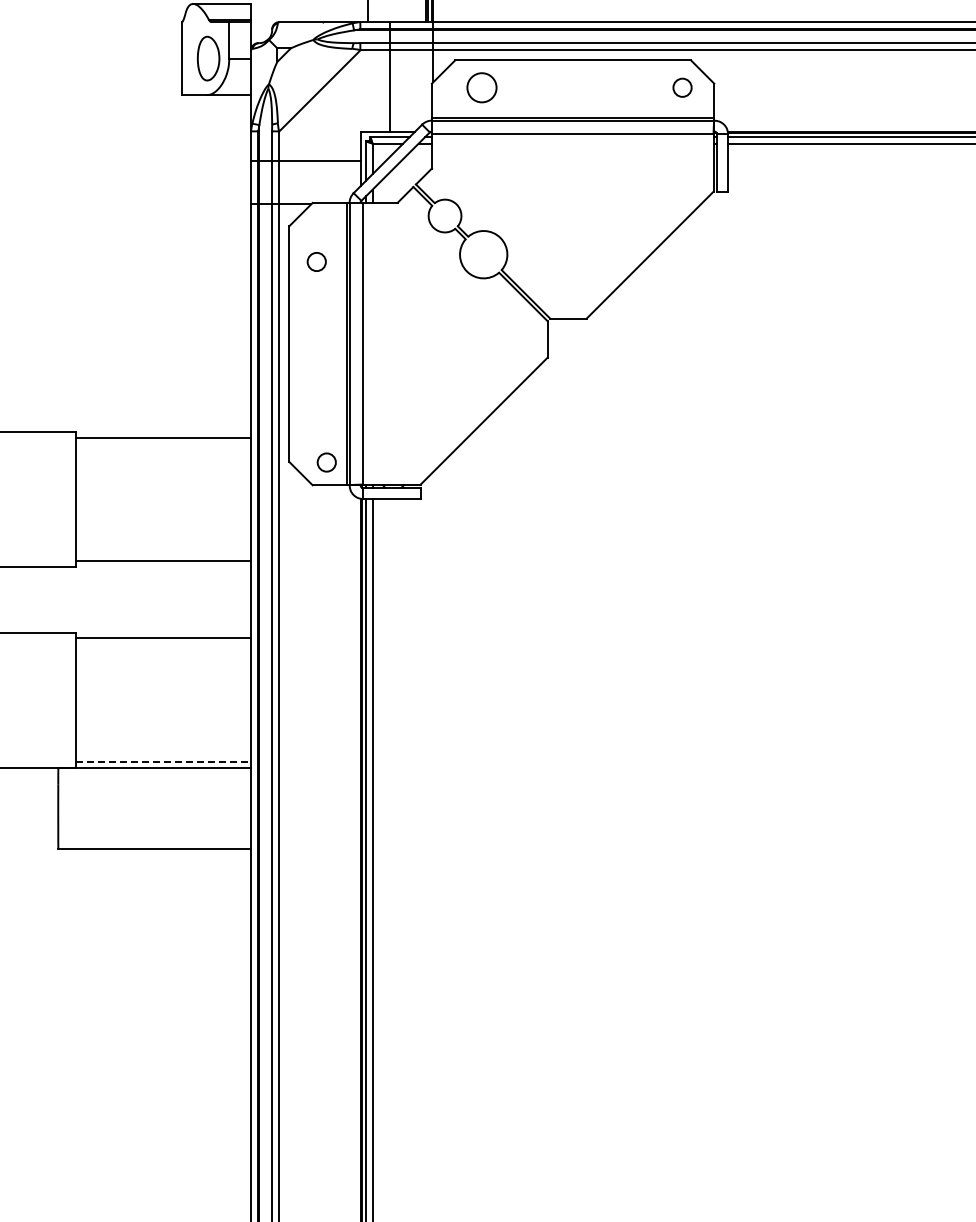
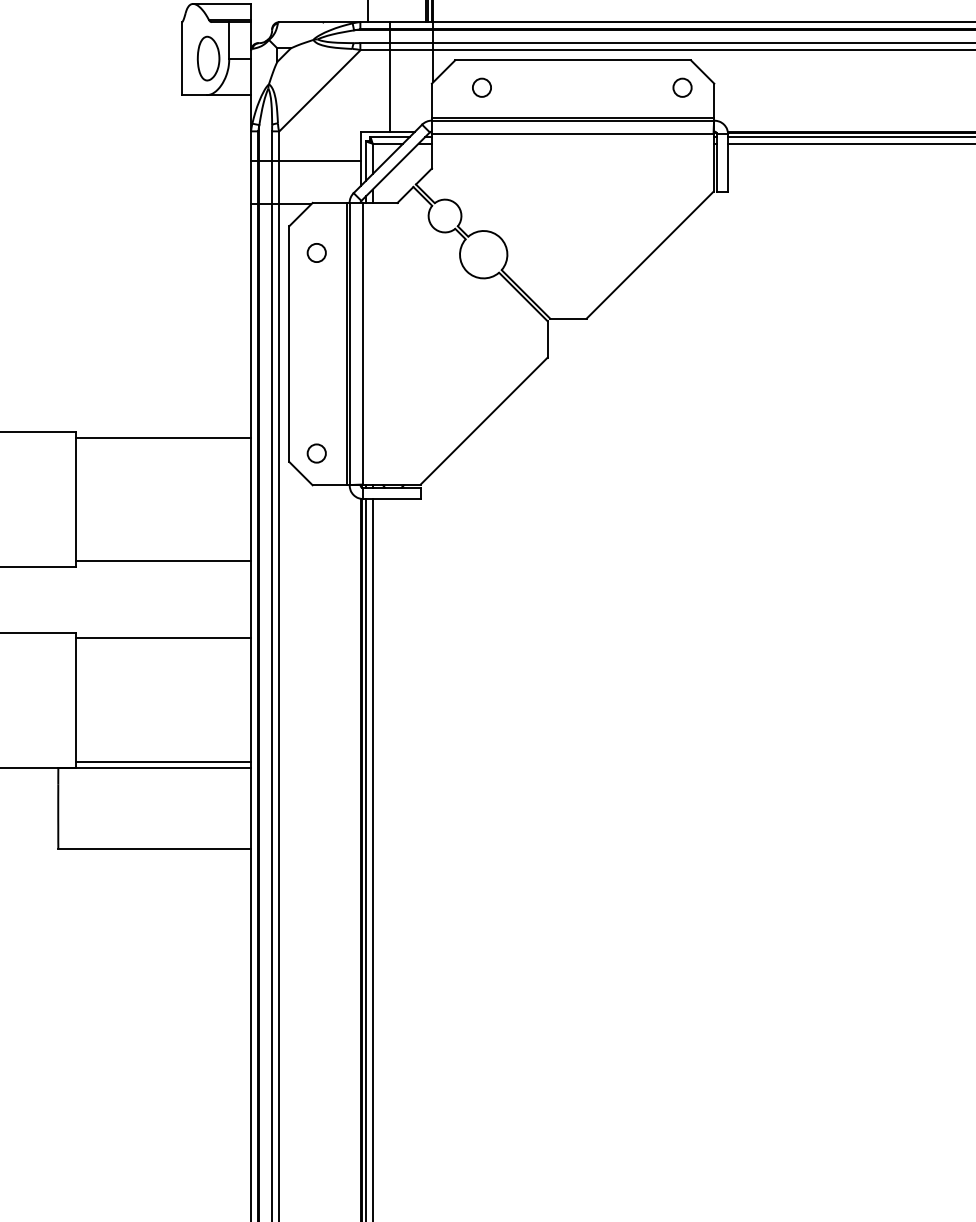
circle at (481, 87) diameter: 29 px -> 18 px
circle at (316, 261) position: (316, 261) -> (316, 252)
circle at (326, 462) position: (326, 462) -> (316, 453)
line at (163, 762): dashed -> solid
